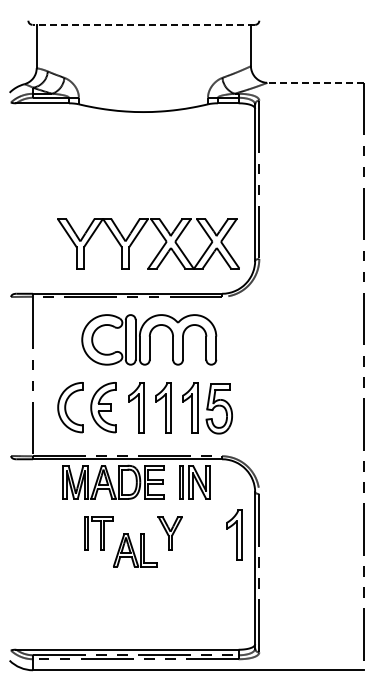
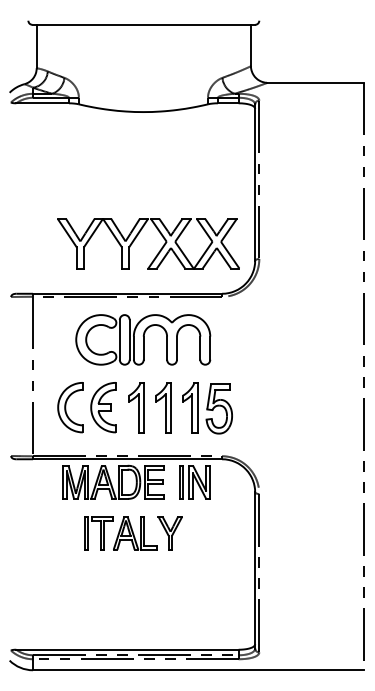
line at (143, 24): dashed -> solid
line at (315, 82): dashed -> solid
part at (149, 339) position: (149, 339) -> (143, 339)
part at (234, 534): present -> none
part at (135, 550) position: (135, 550) -> (135, 533)
